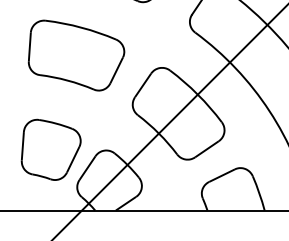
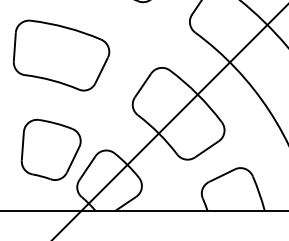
part at (76, 55) position: (76, 55) -> (61, 55)
